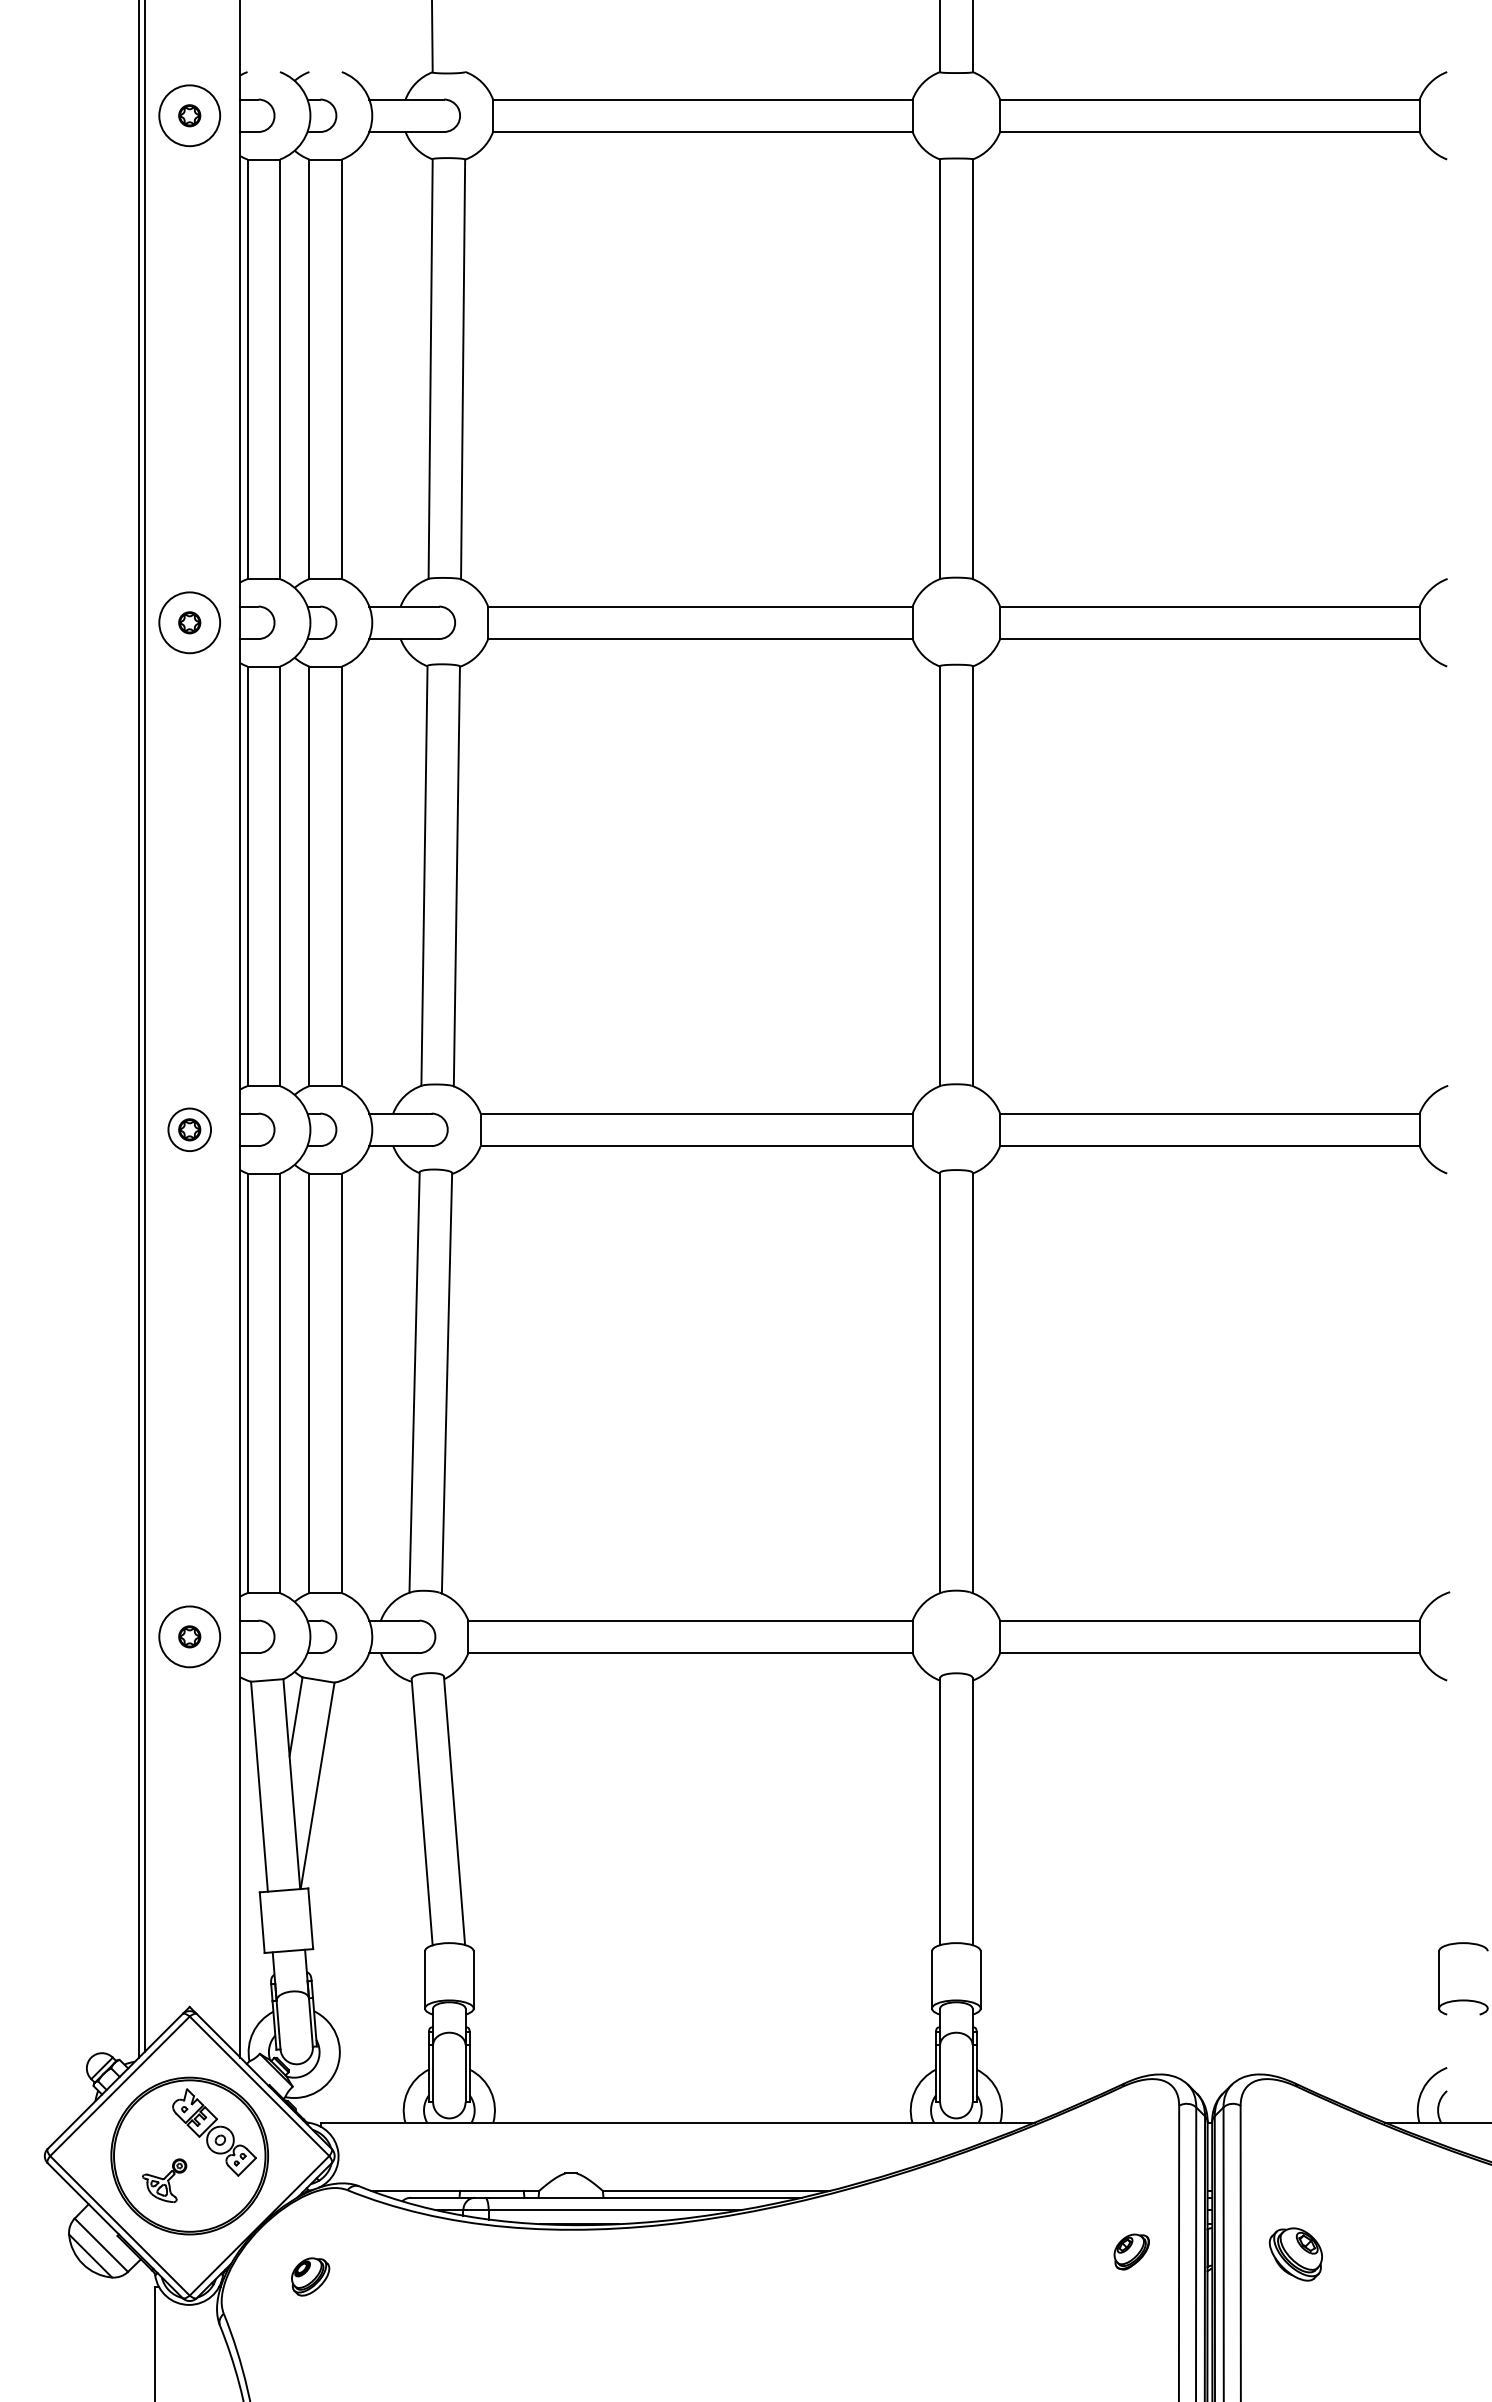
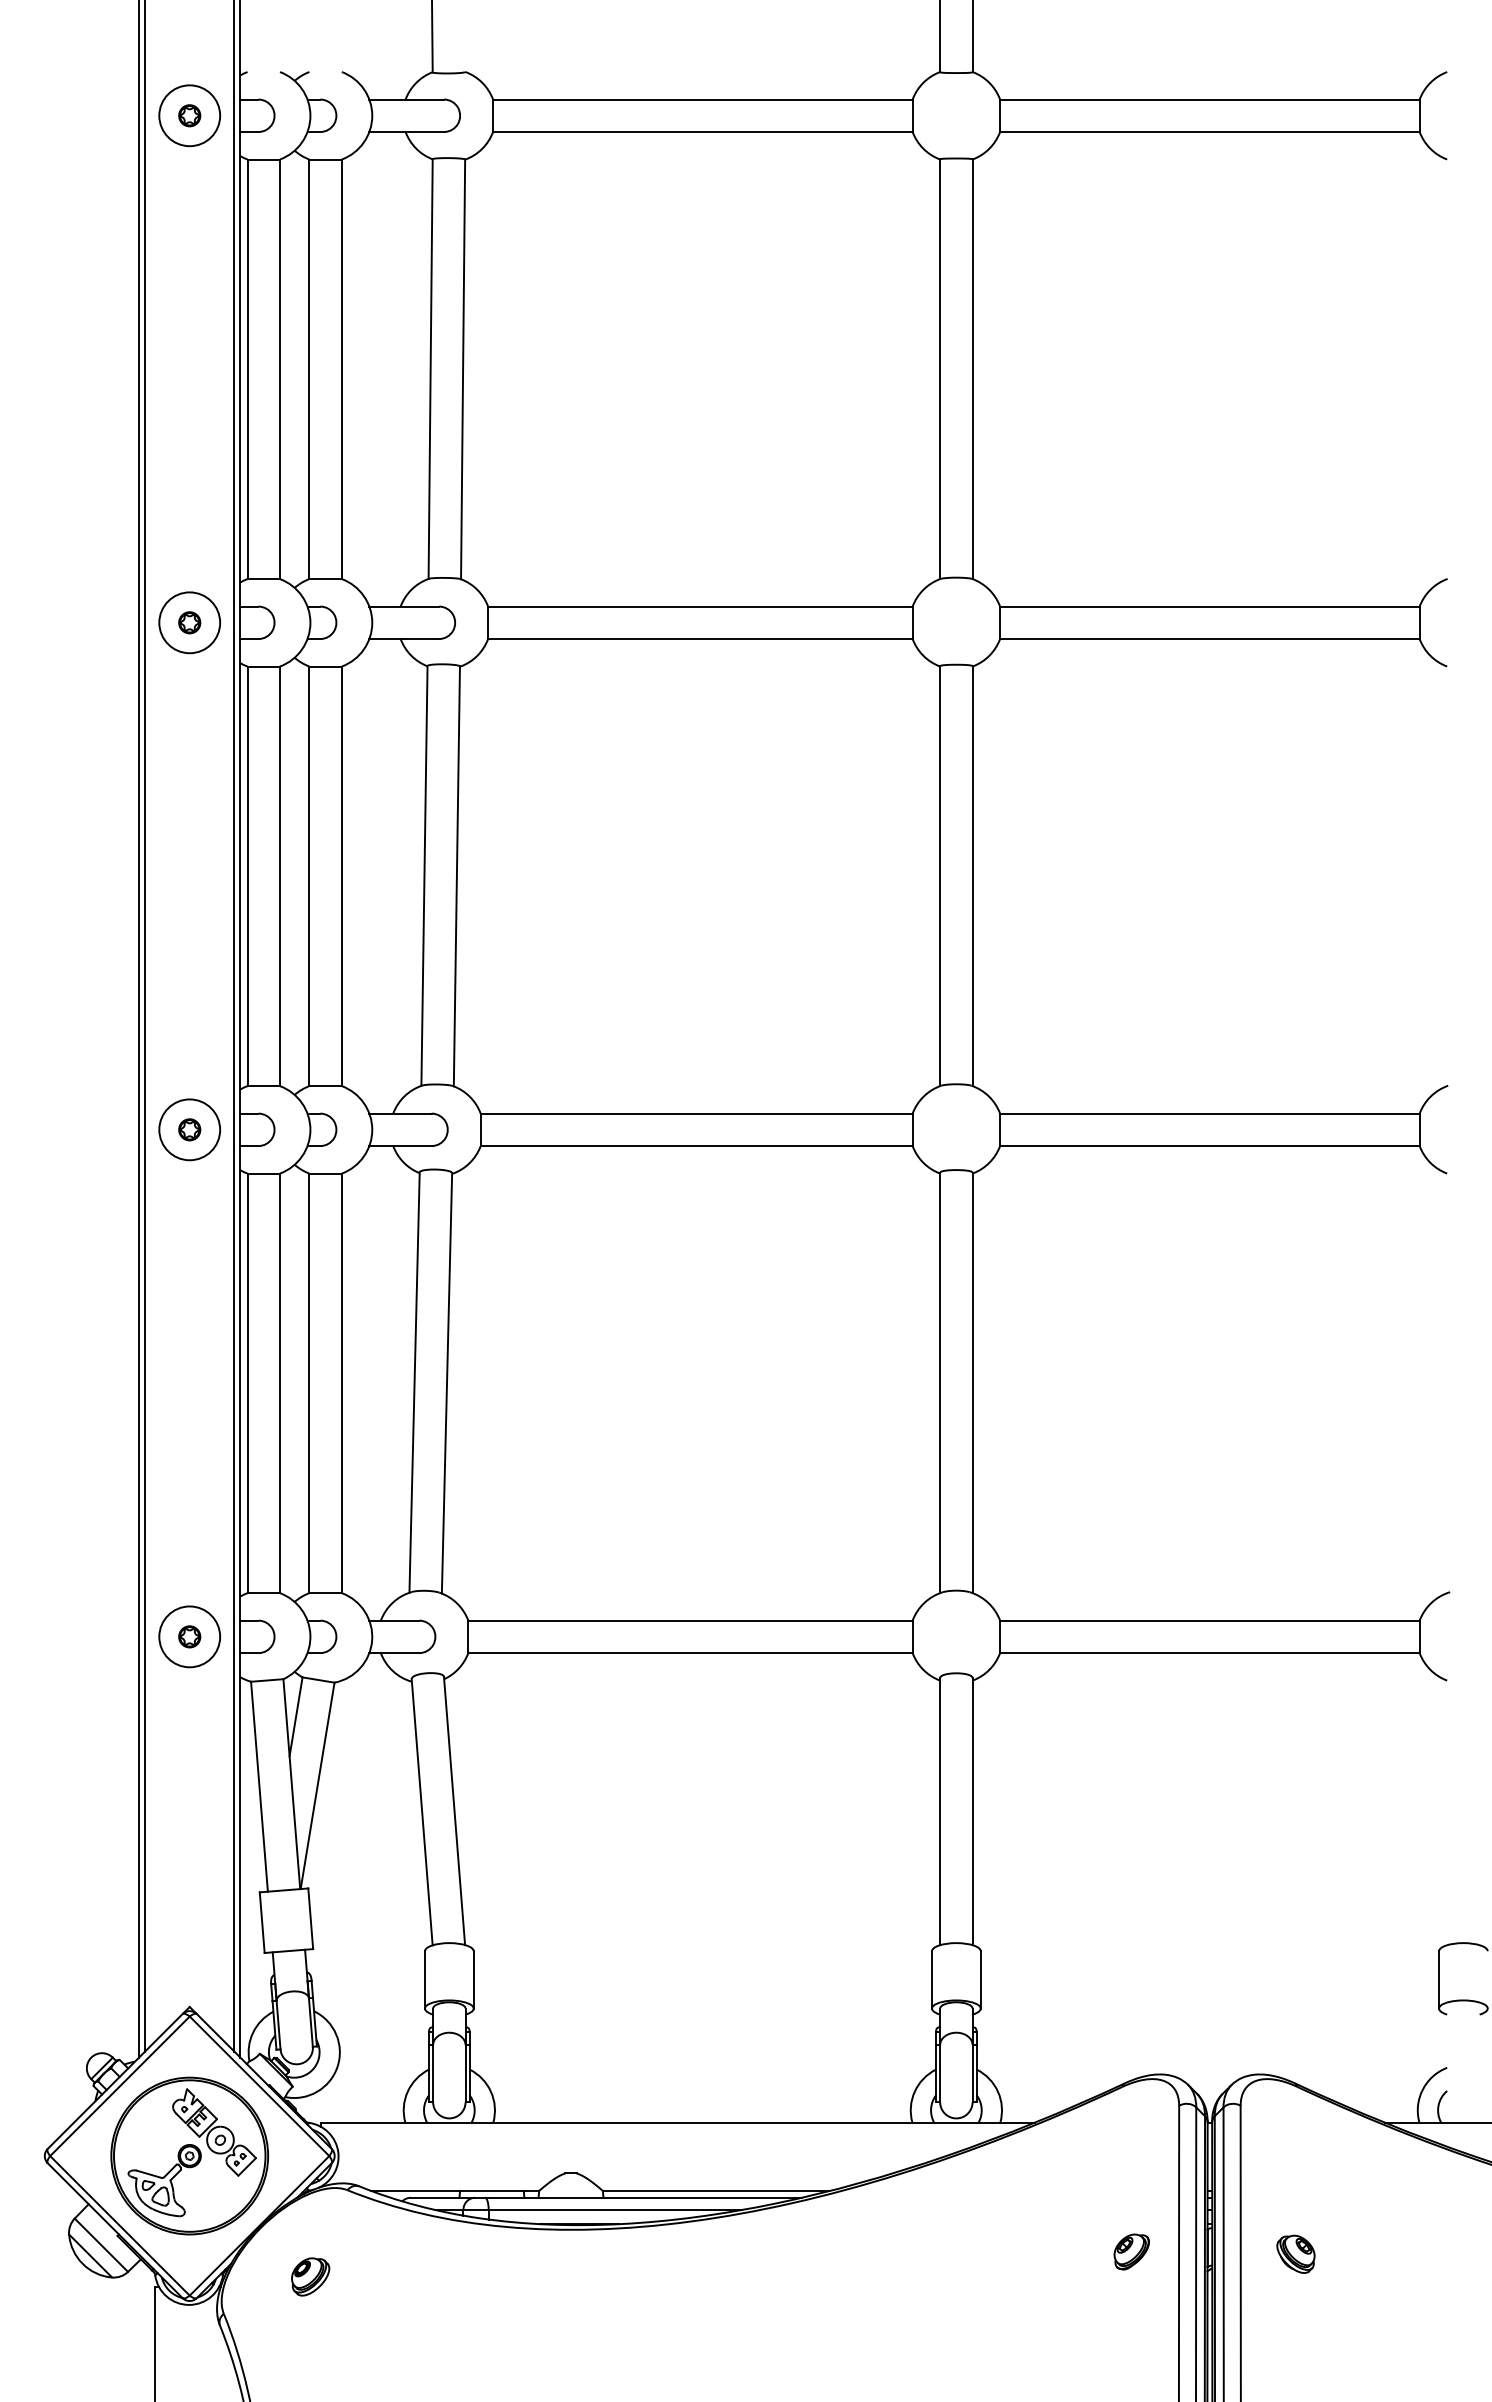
line at (234, 1026): none -> present
circle at (189, 1129) diameter: 43 px -> 61 px
part at (164, 2180) size: 46x45 px -> 75x74 px
part at (1295, 2254) size: 55x55 px -> 40x40 px
